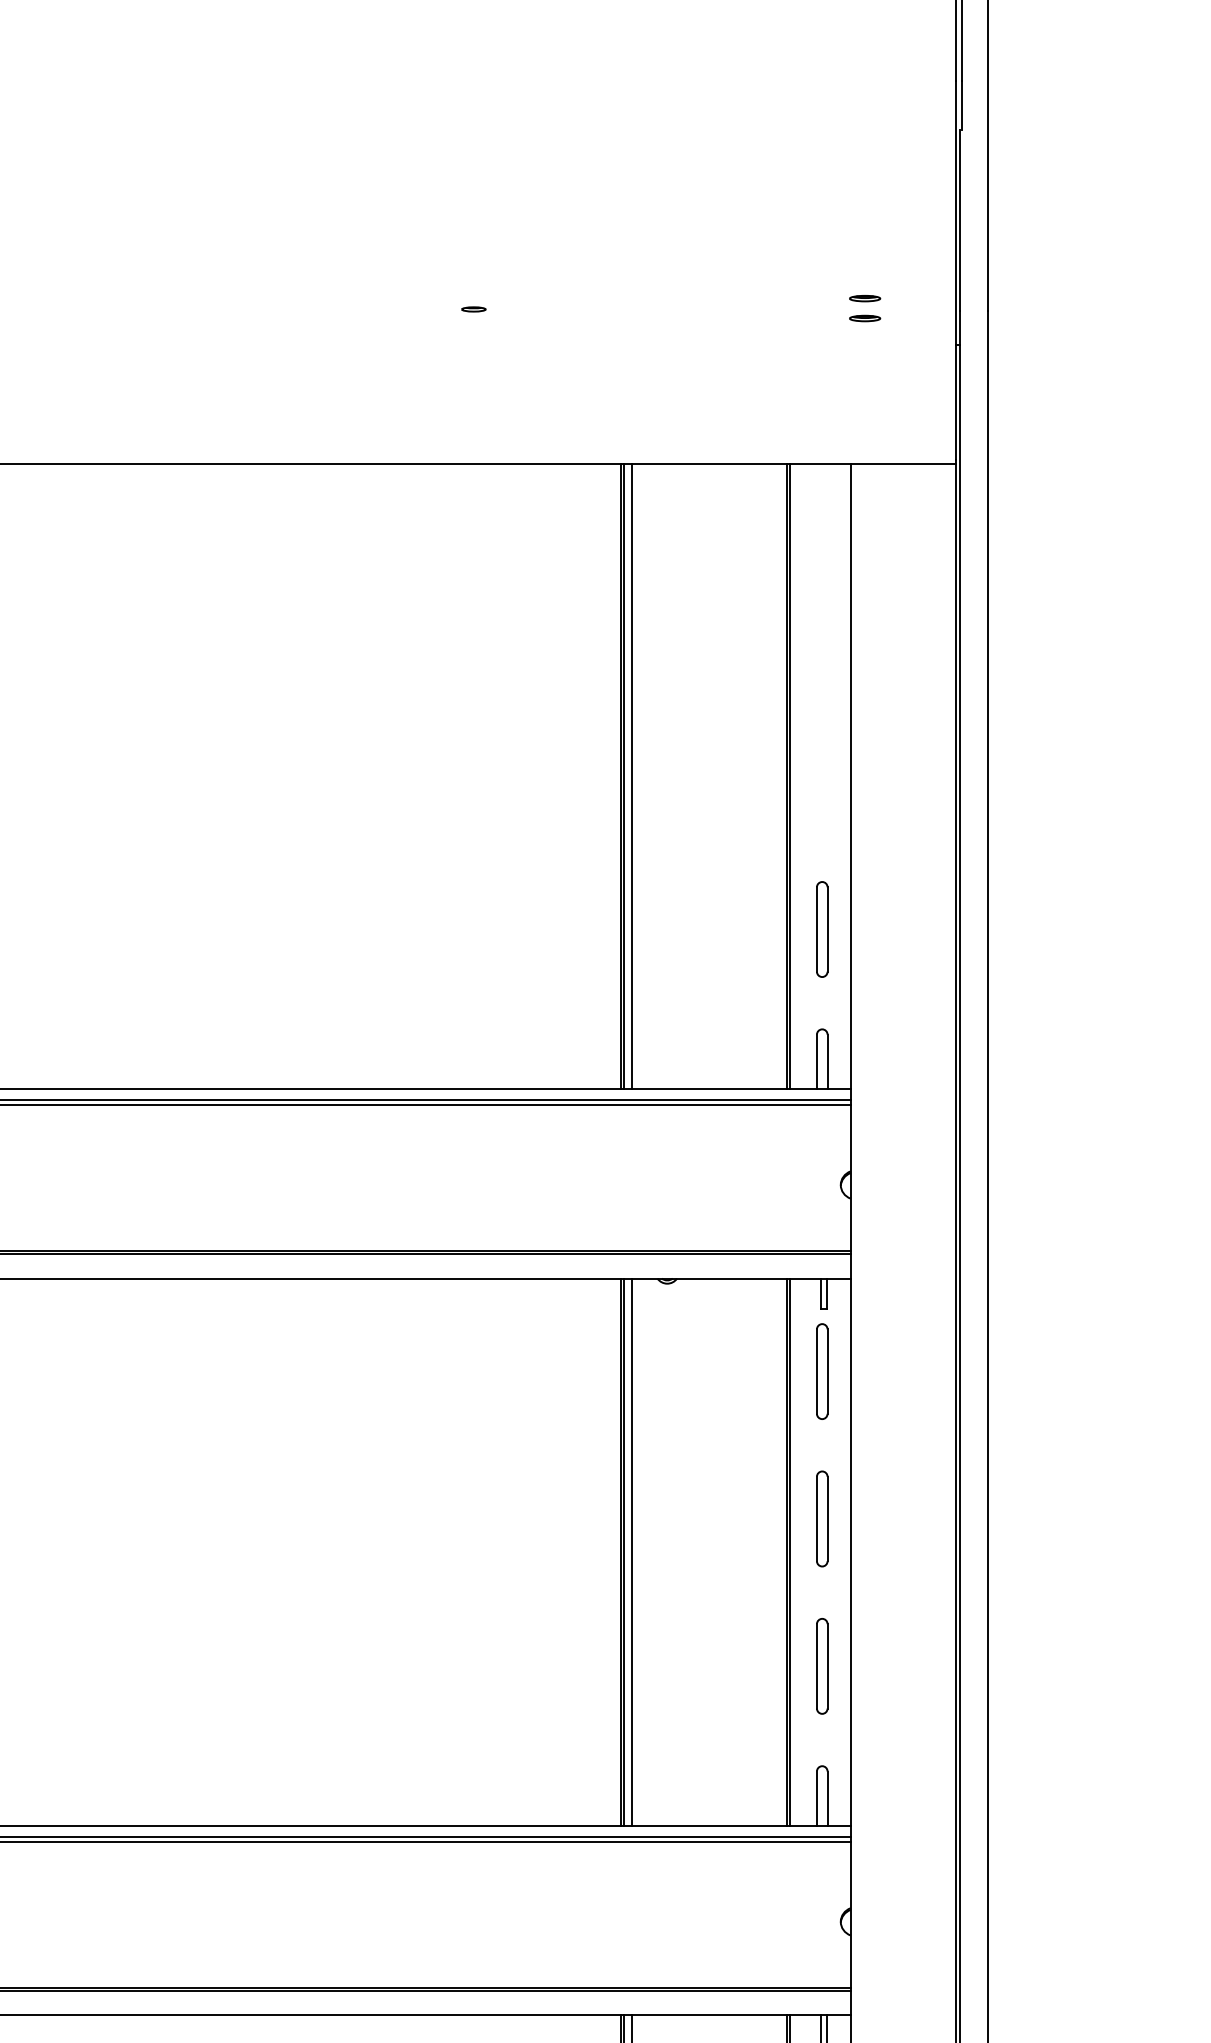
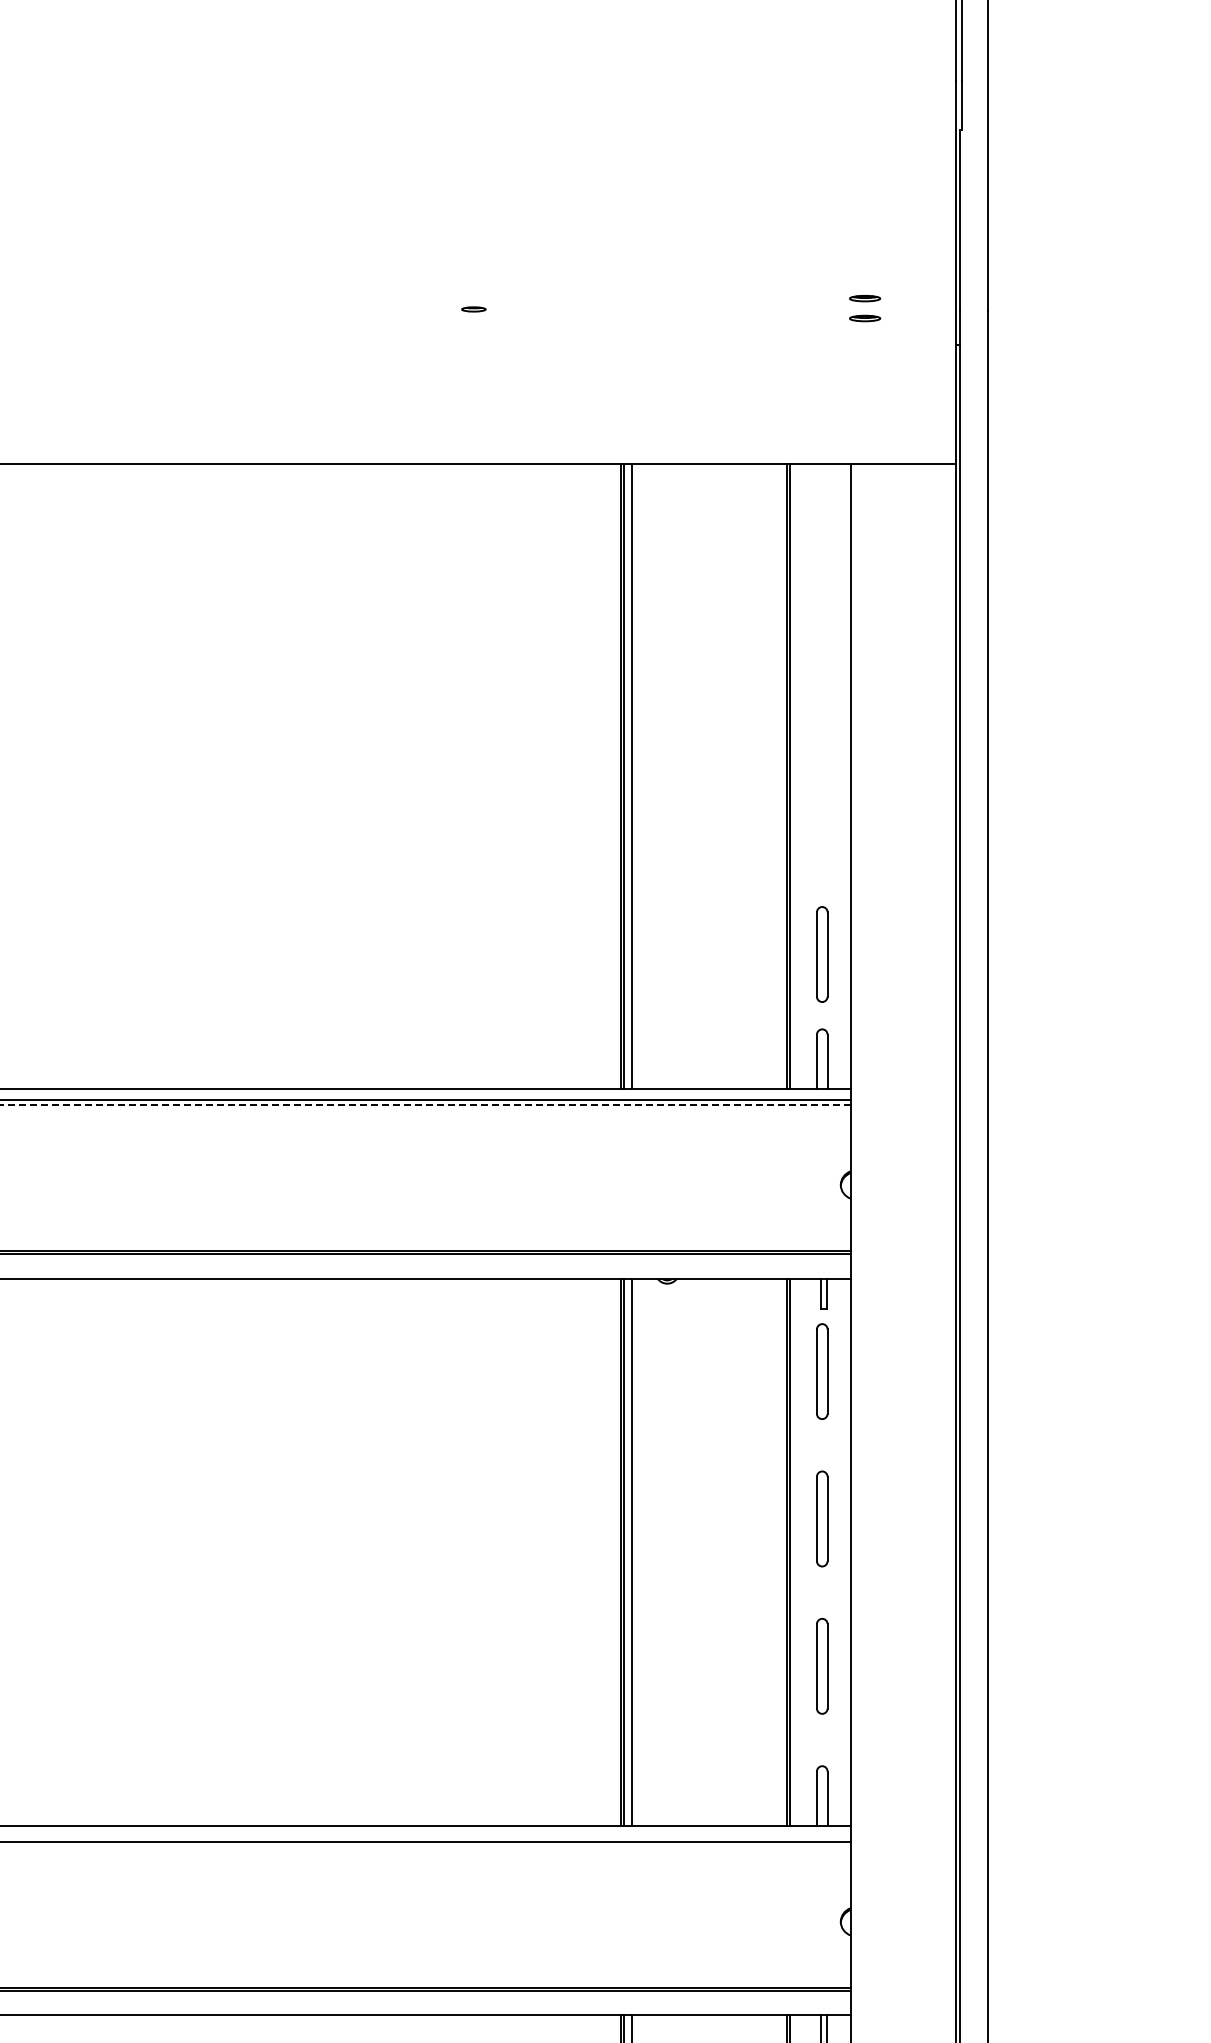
part at (822, 929) position: (822, 929) -> (822, 954)
line at (425, 1105): solid -> dashed
line at (426, 1836): present -> none
